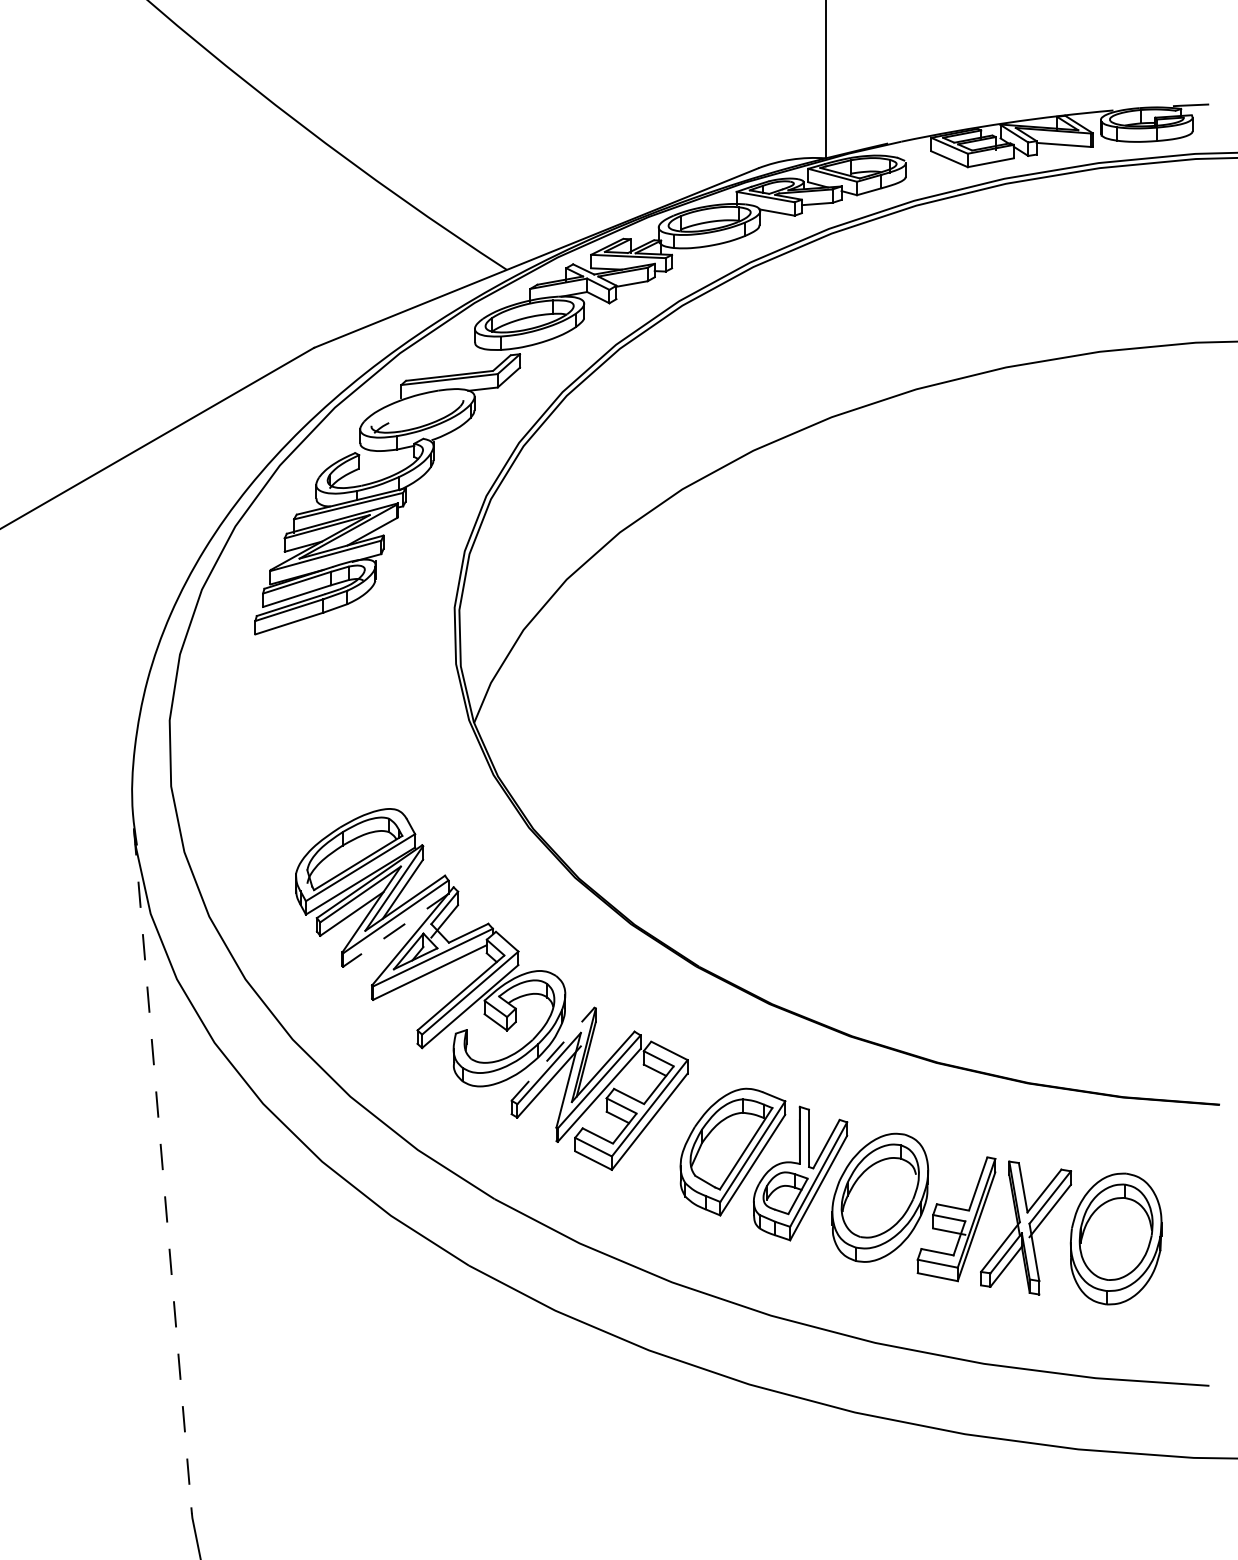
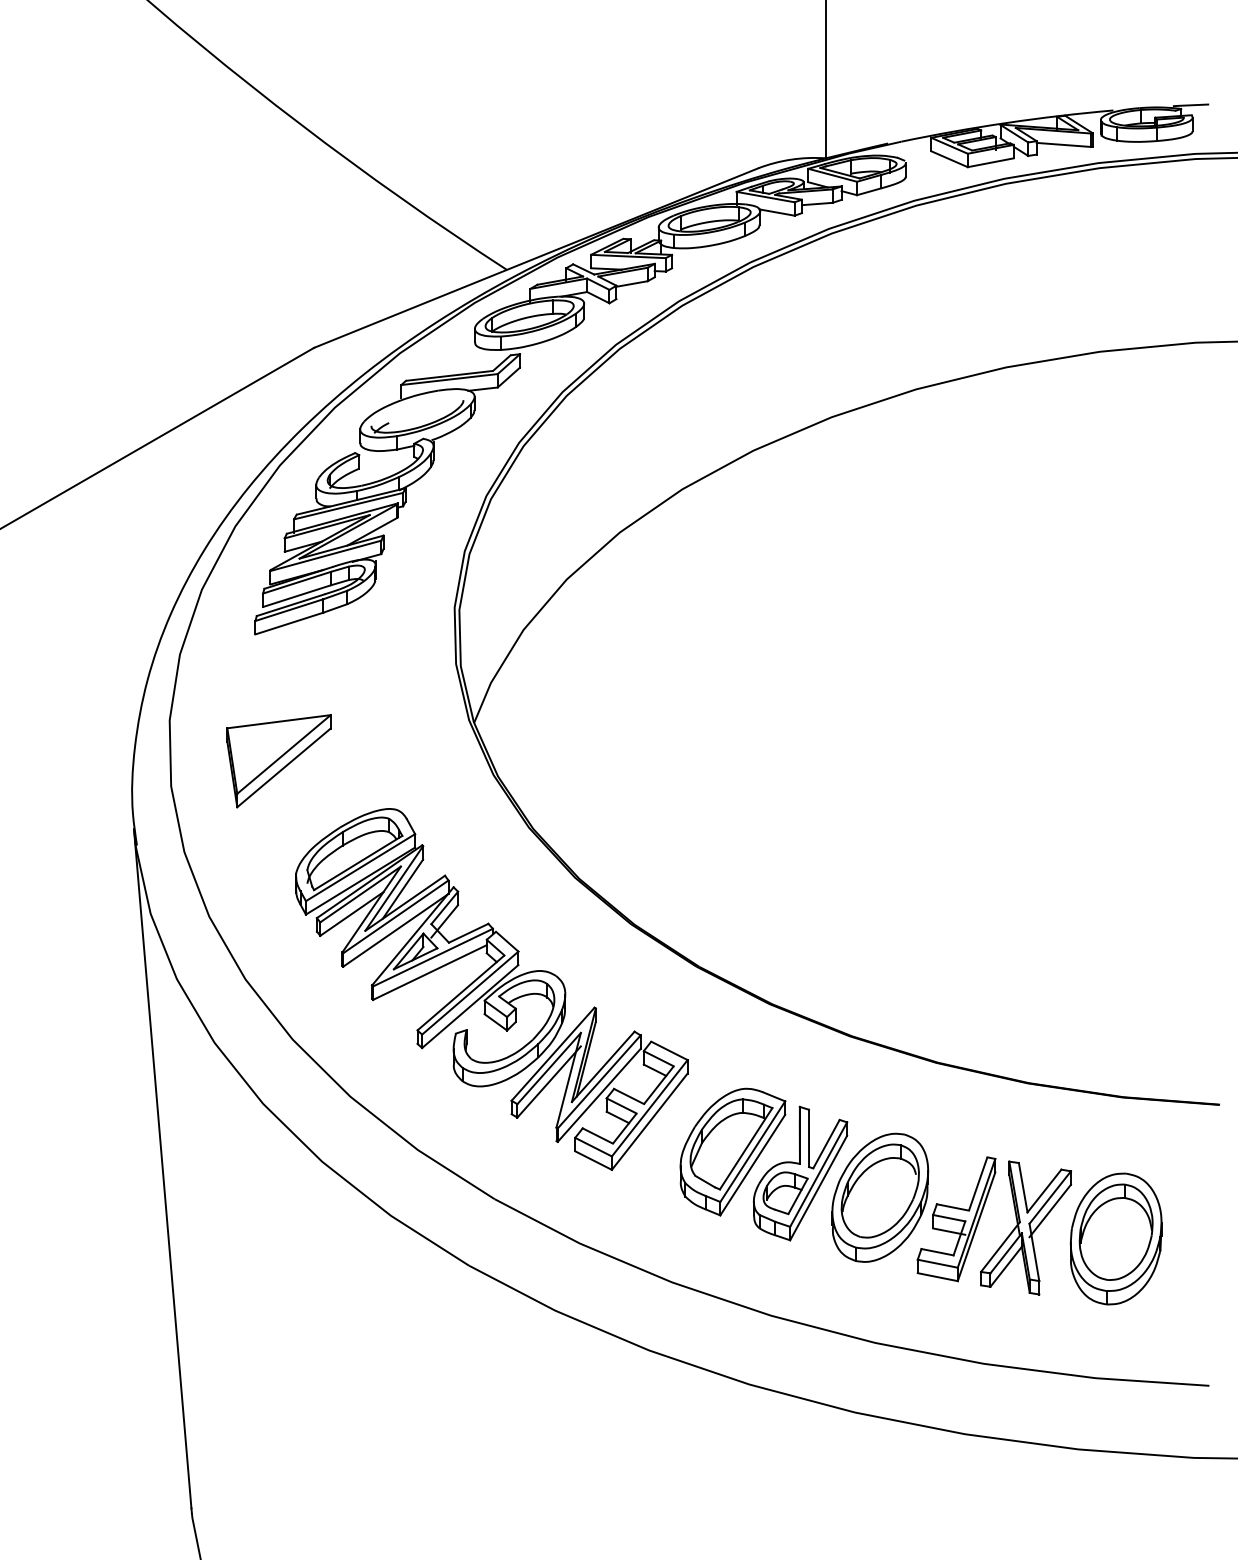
part at (278, 761): none -> present
line at (395, 930): dashed -> solid
line at (553, 1053): dashed -> solid
line at (162, 1168): dashed -> solid
